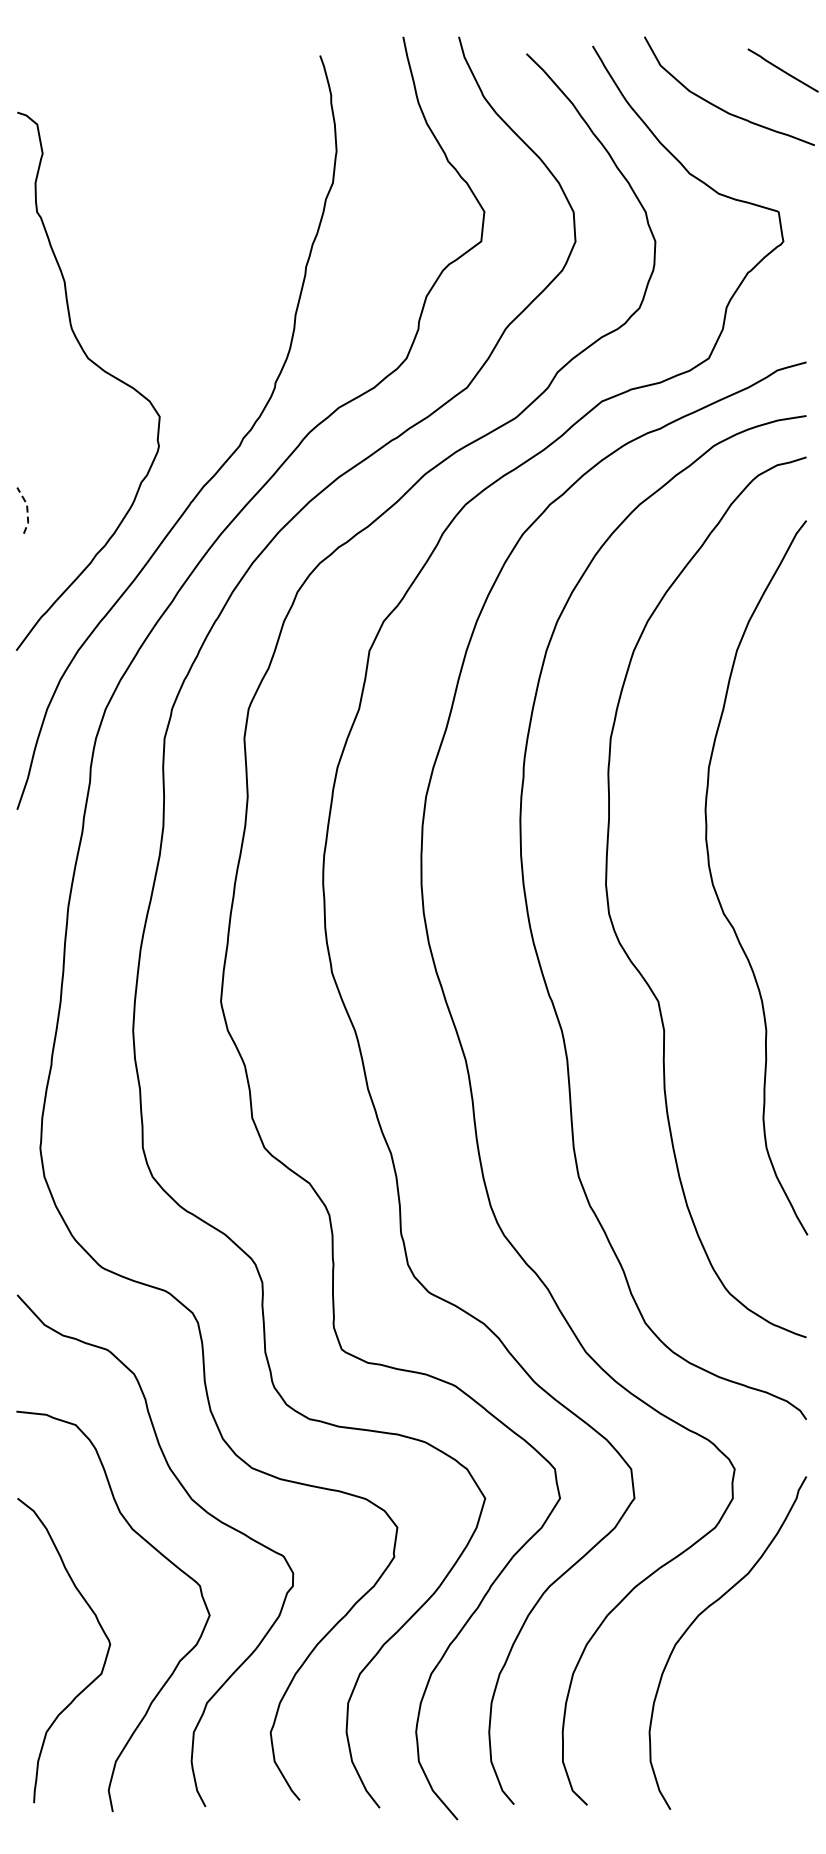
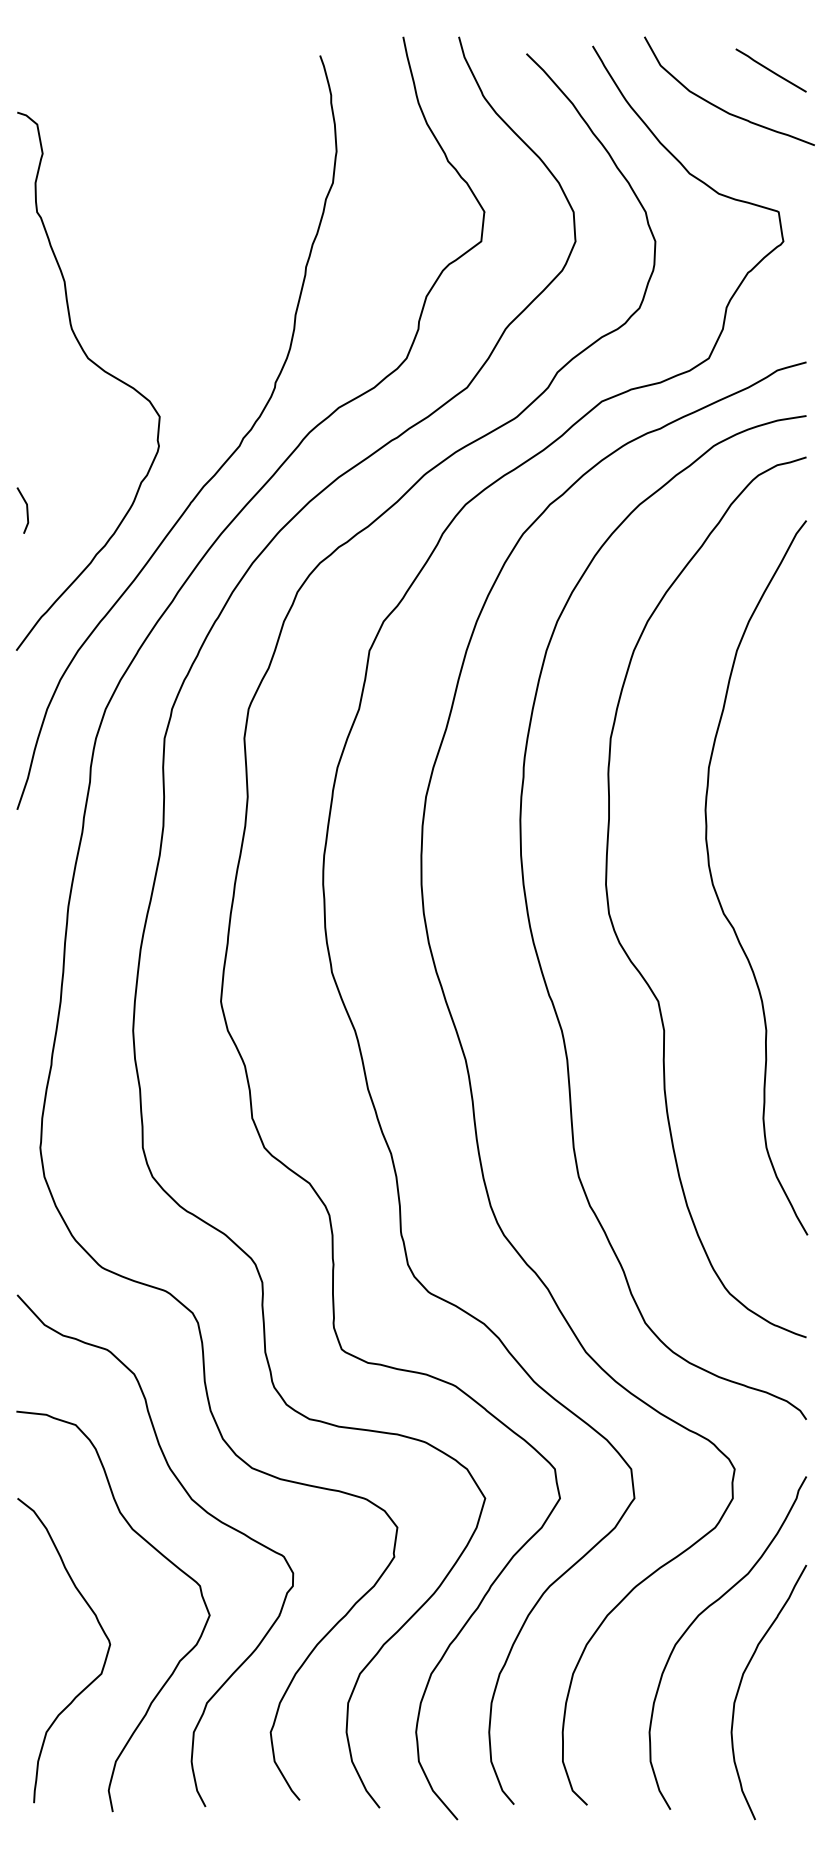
line at (782, 70) position: (782, 70) -> (770, 70)
line at (27, 509): dashed -> solid
curve at (741, 1683): none -> present
